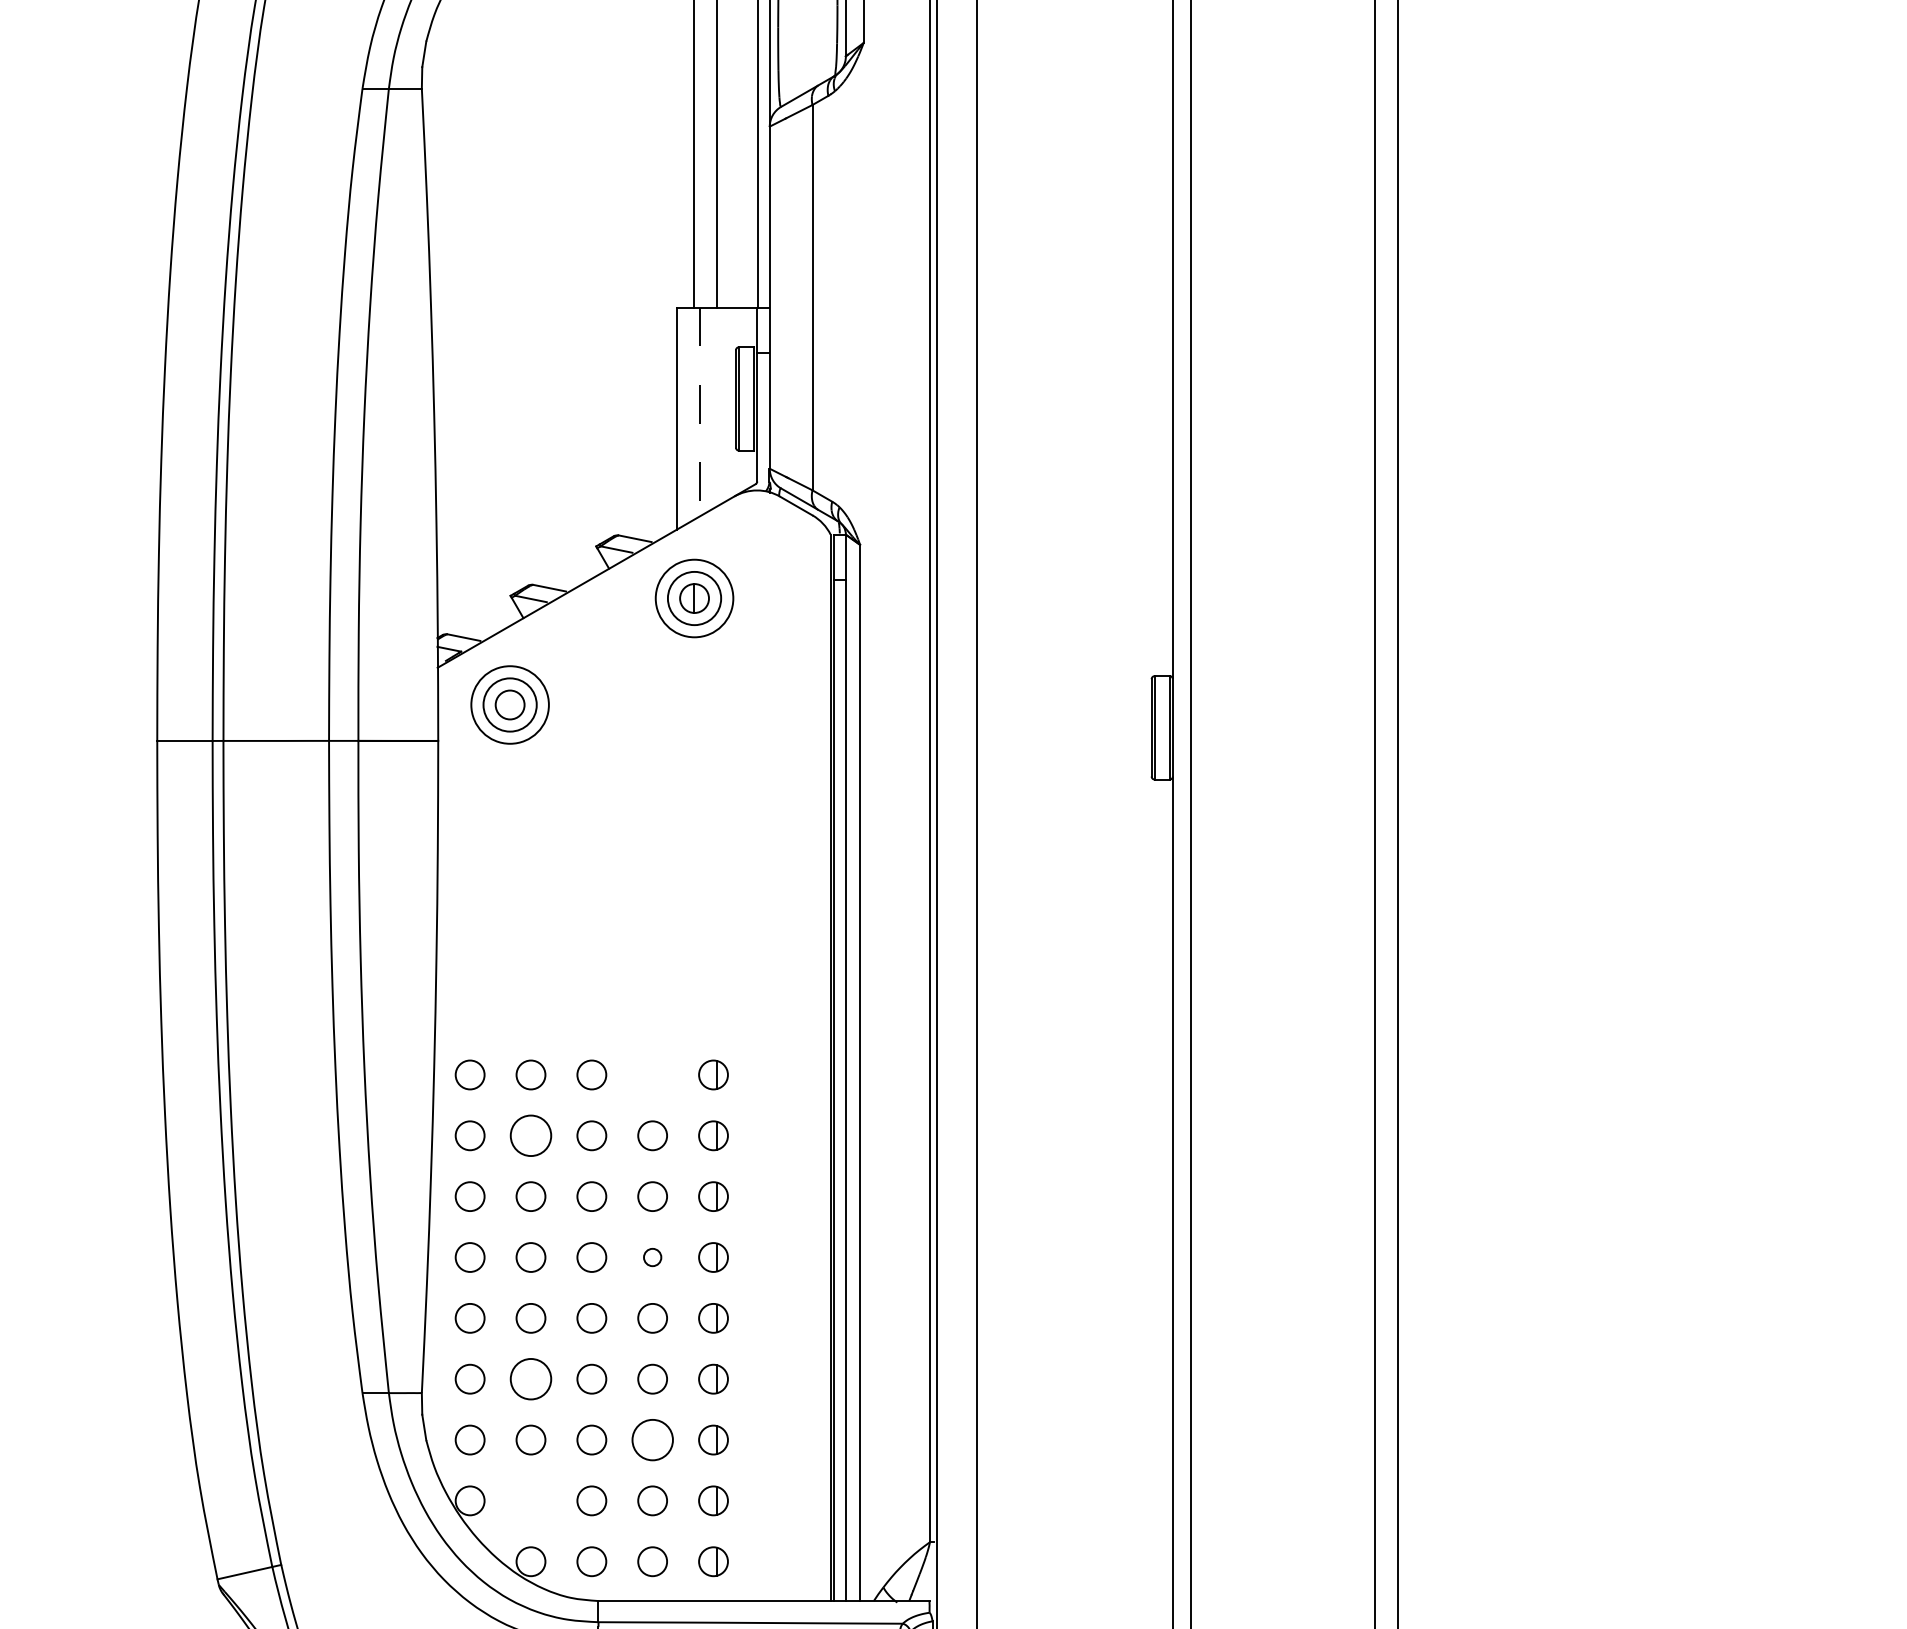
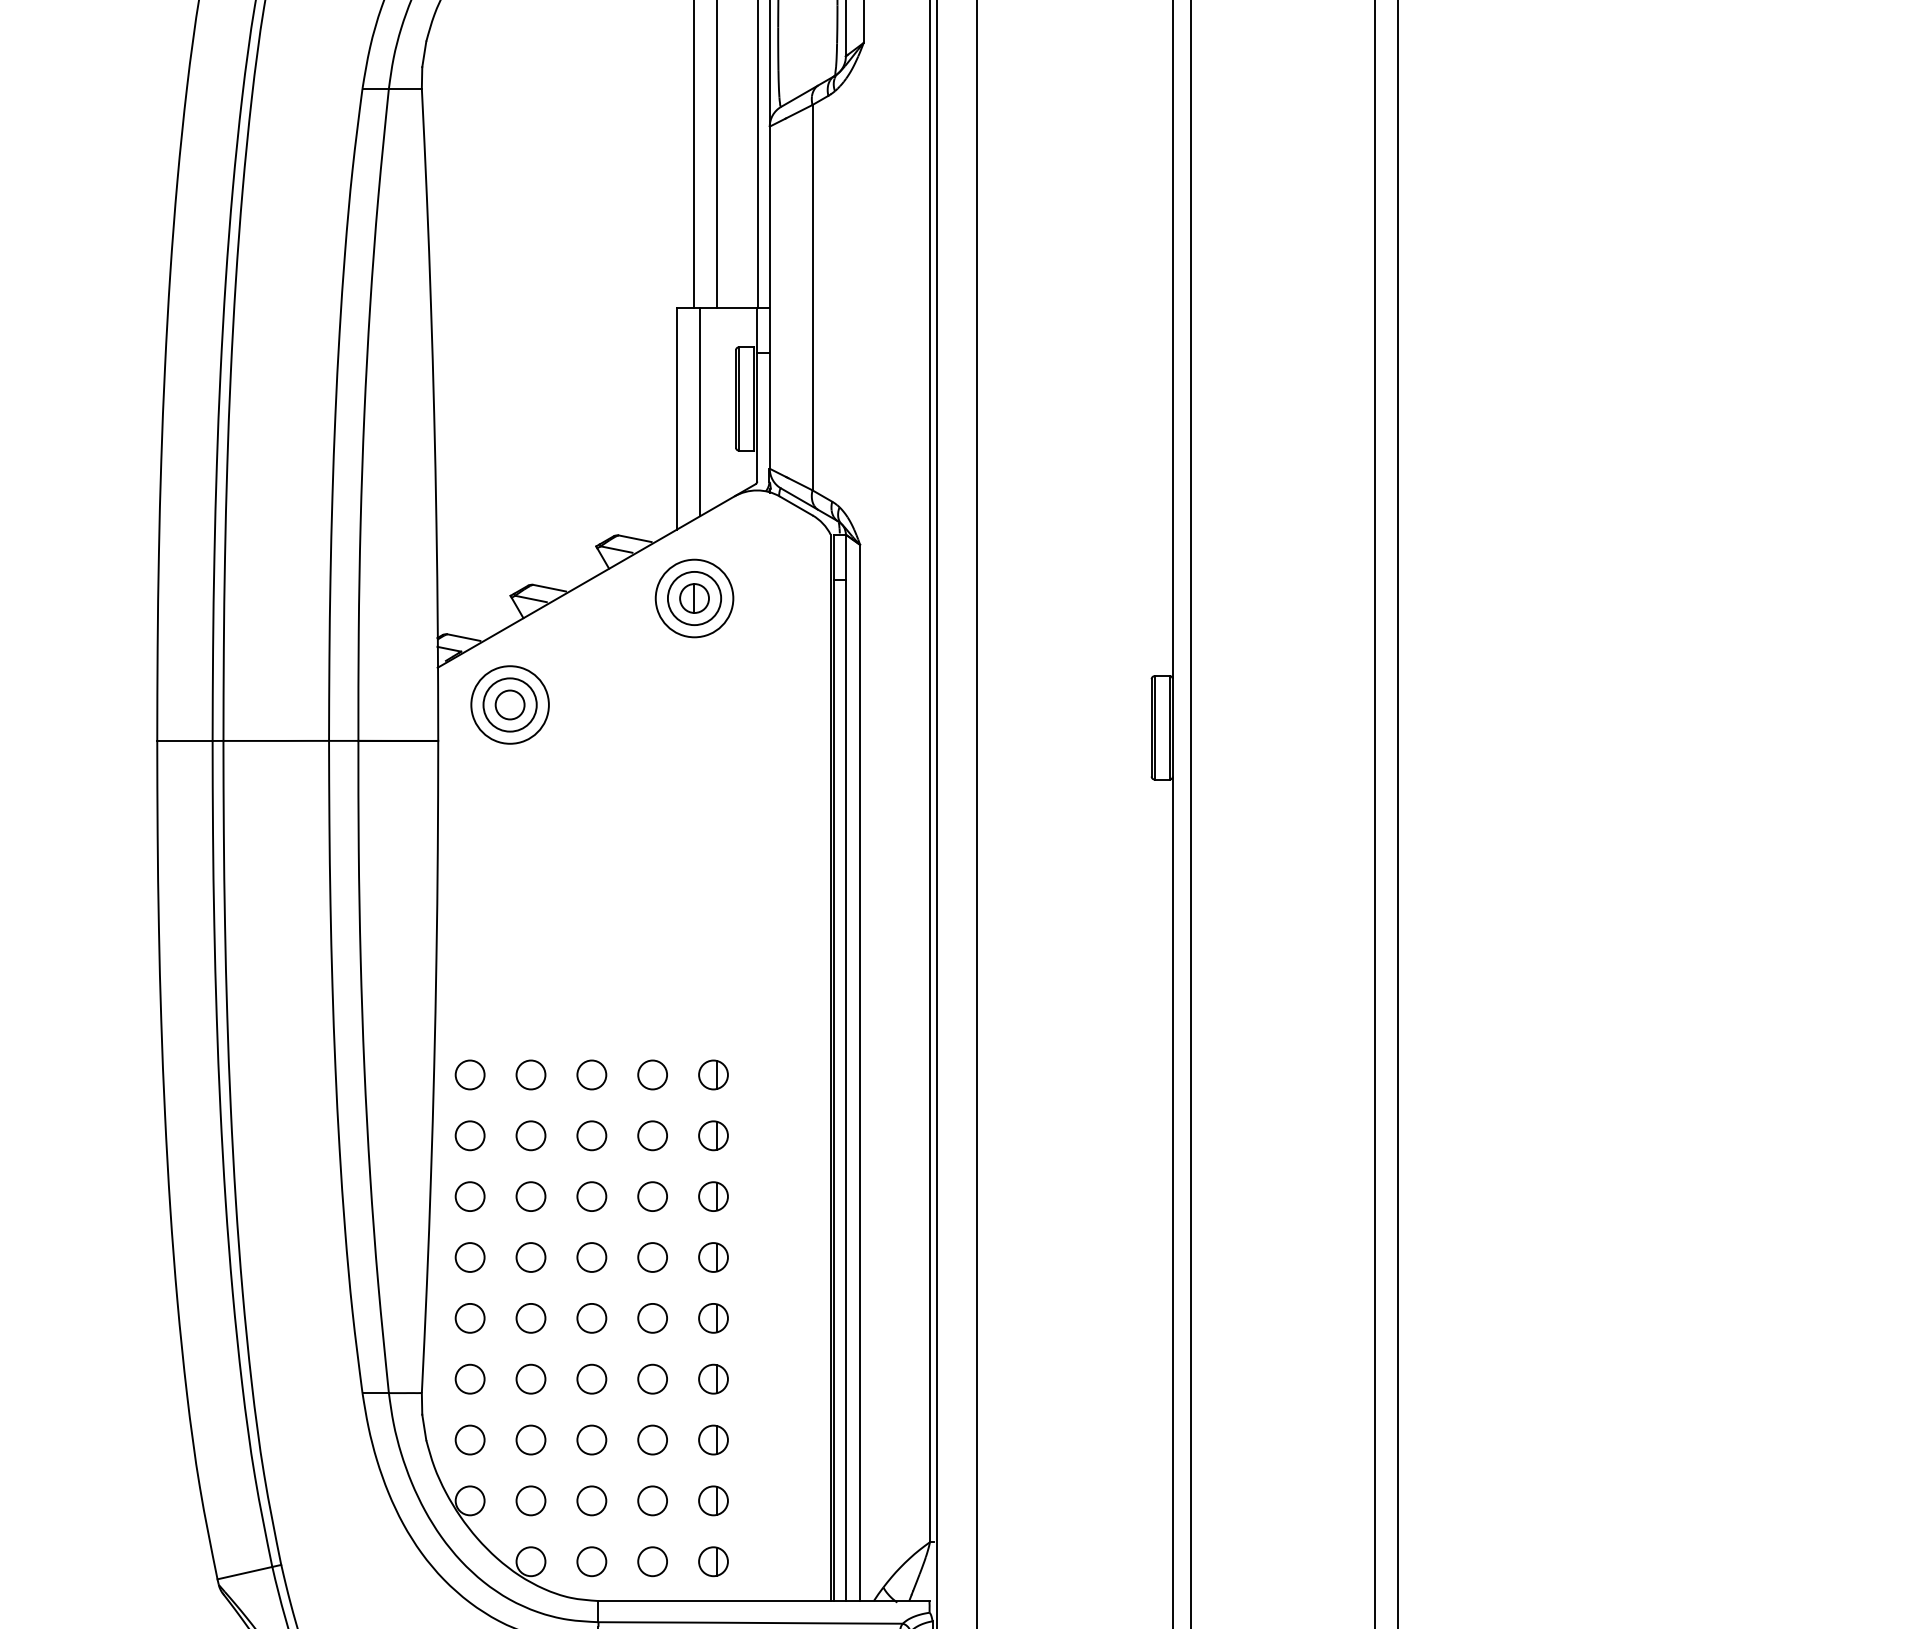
line at (699, 412): dashed -> solid
circle at (652, 1074): none -> present
circle at (530, 1135) diameter: 40 px -> 29 px
circle at (652, 1257) diameter: 17 px -> 29 px
circle at (530, 1378) diameter: 40 px -> 29 px
circle at (652, 1440) size: 43x43 px -> 31x32 px
circle at (530, 1500): none -> present
